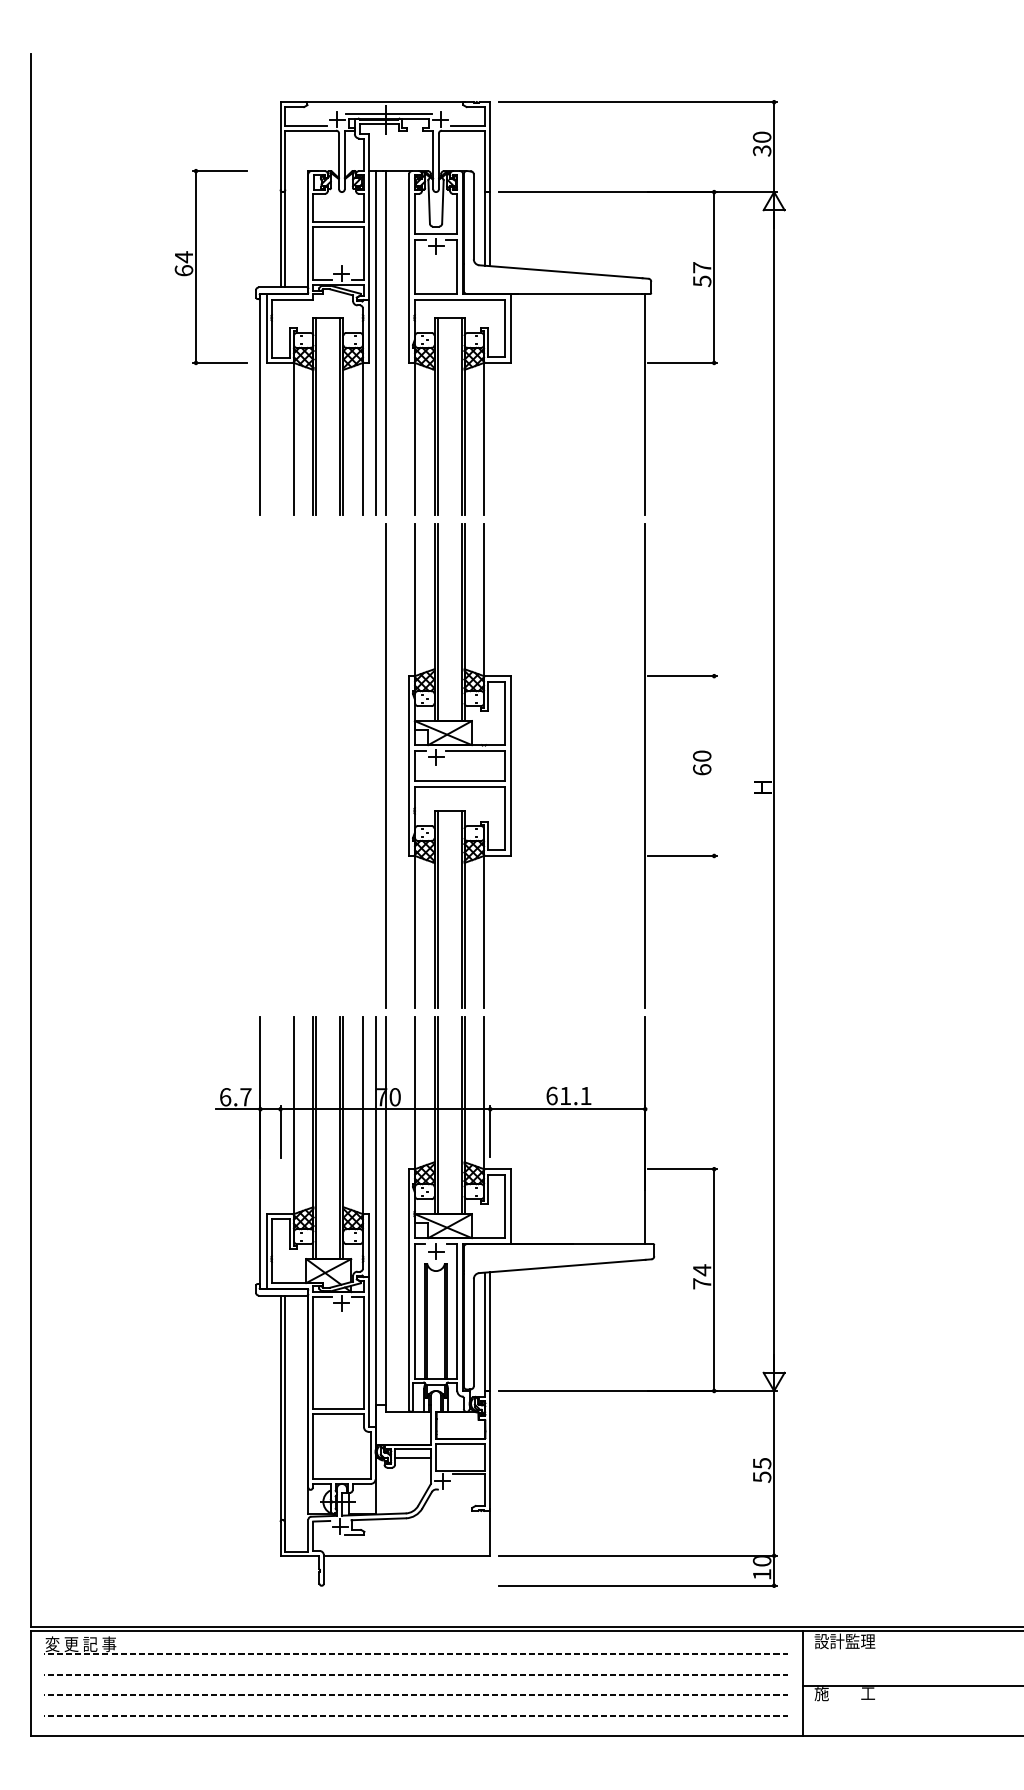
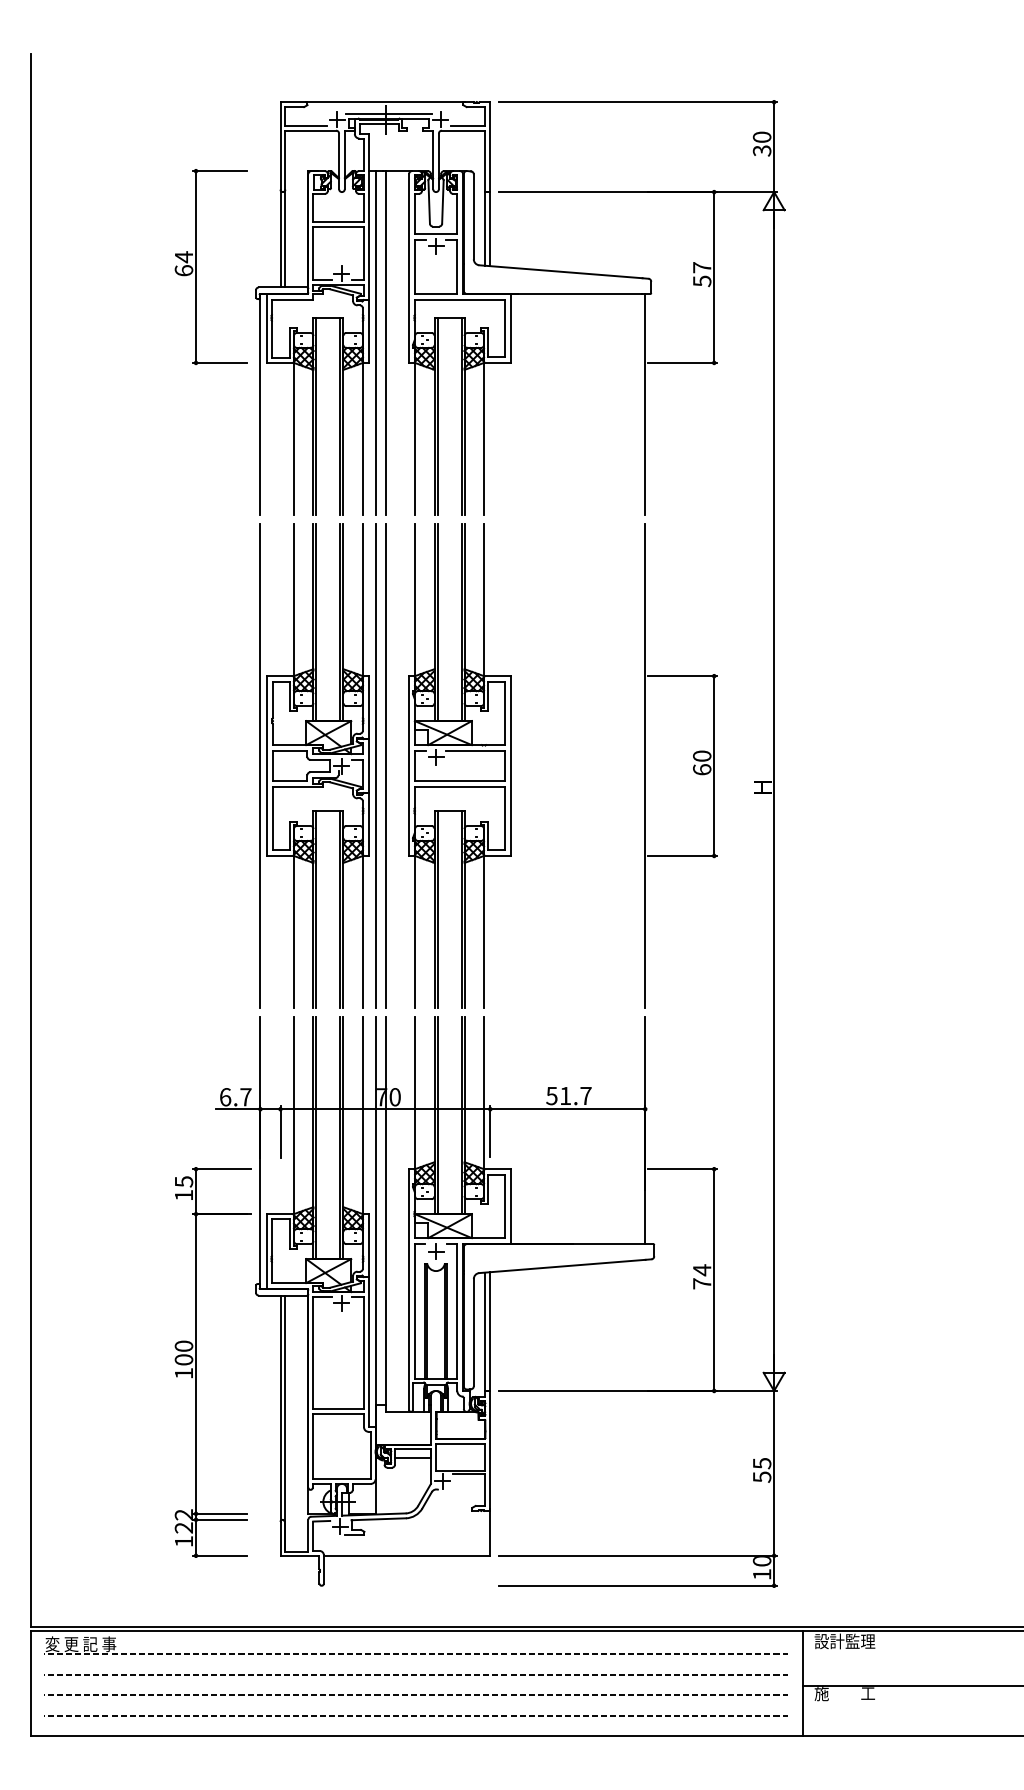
part at (317, 765): none -> present
line at (714, 765): none -> present
text at (568, 1095): 61.1 -> 51.7
part at (196, 1362): none -> present
